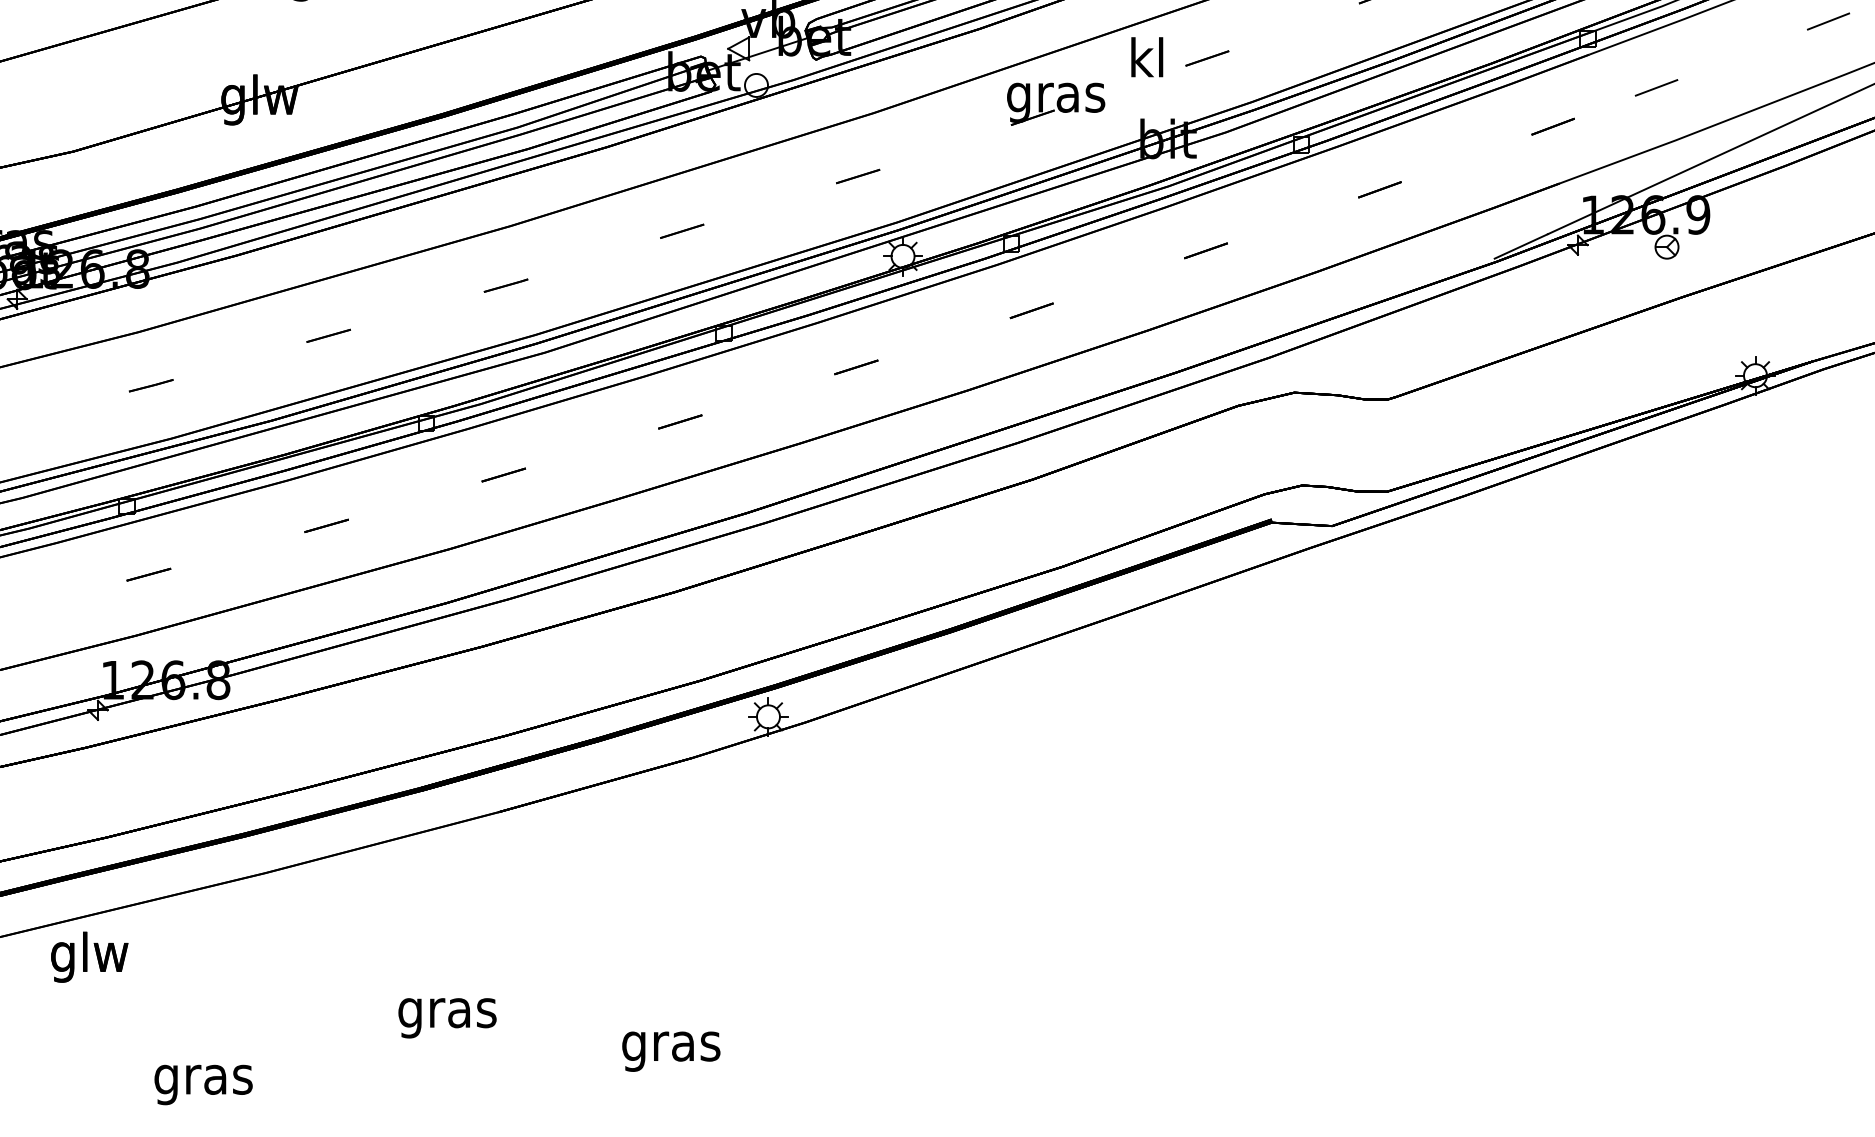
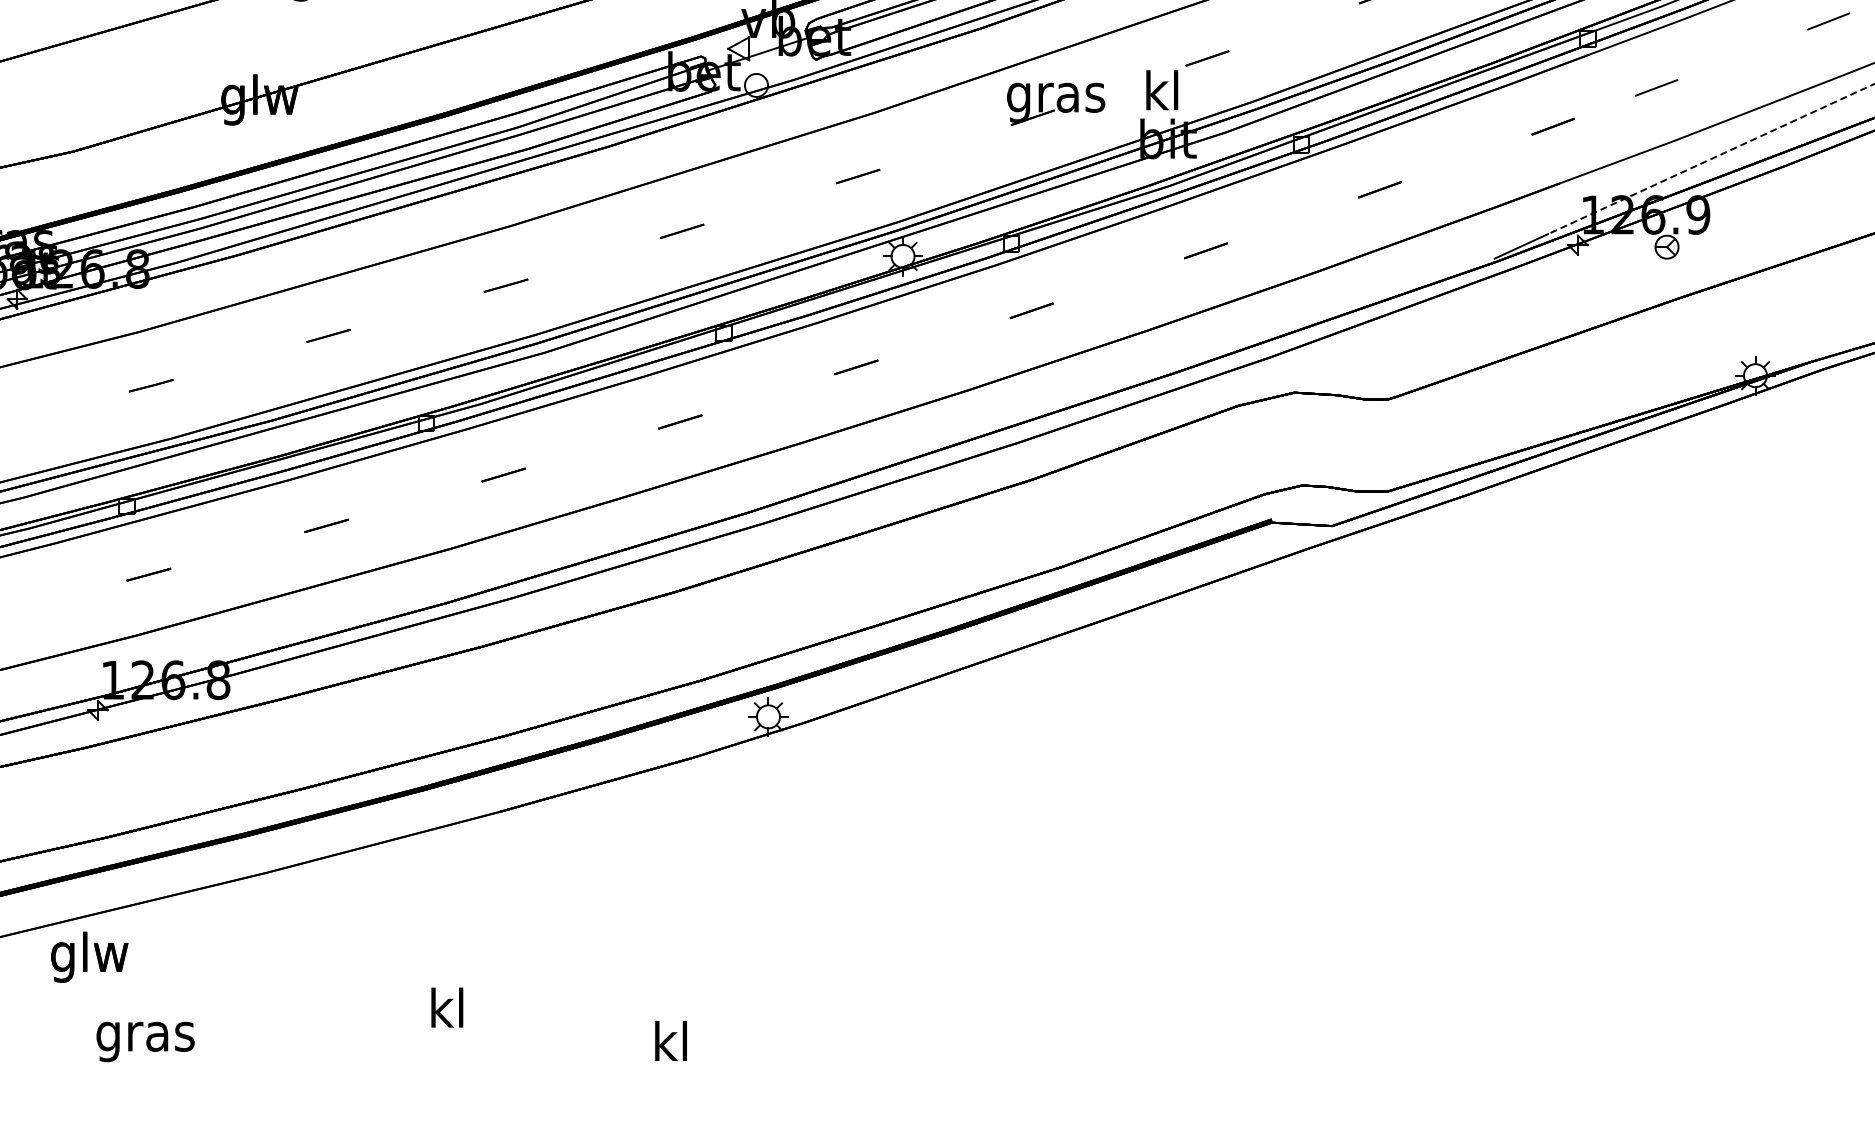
text at (1147, 57) position: (1147, 57) -> (1162, 90)
line at (1711, 158): solid -> dashed
text at (447, 1012): gras -> kl
text at (671, 1046): gras -> kl
text at (203, 1084) position: (203, 1084) -> (145, 1041)
